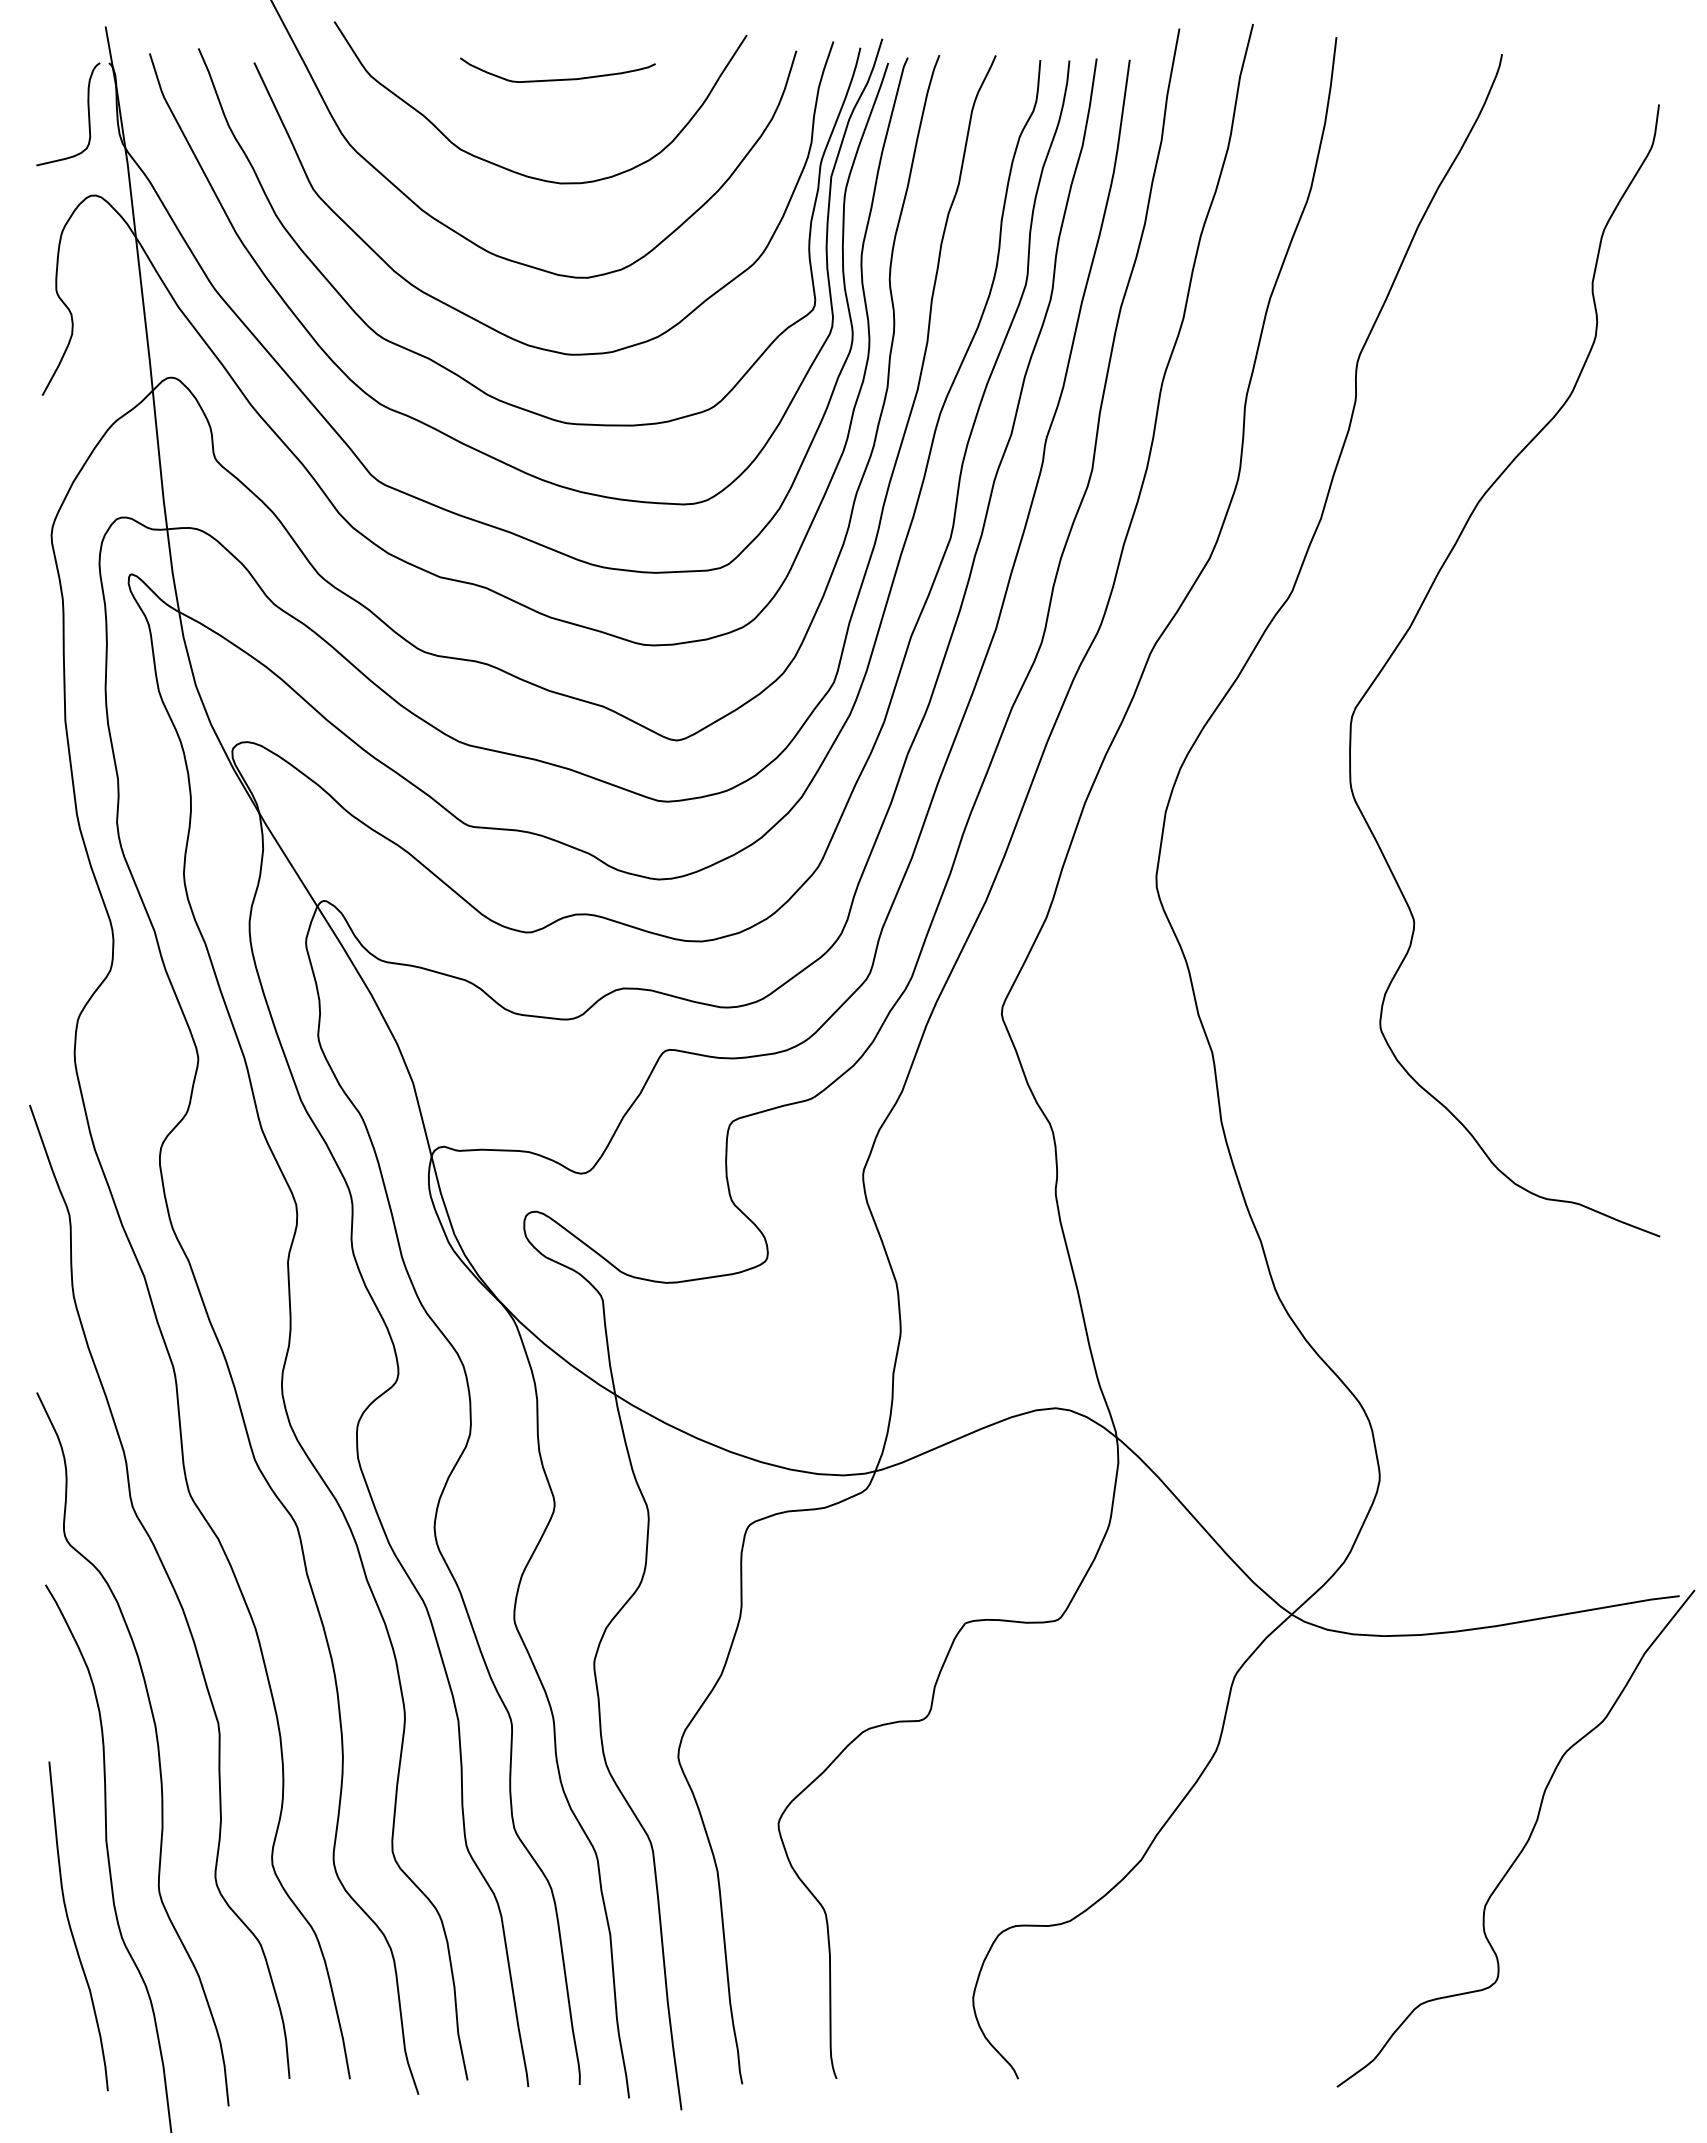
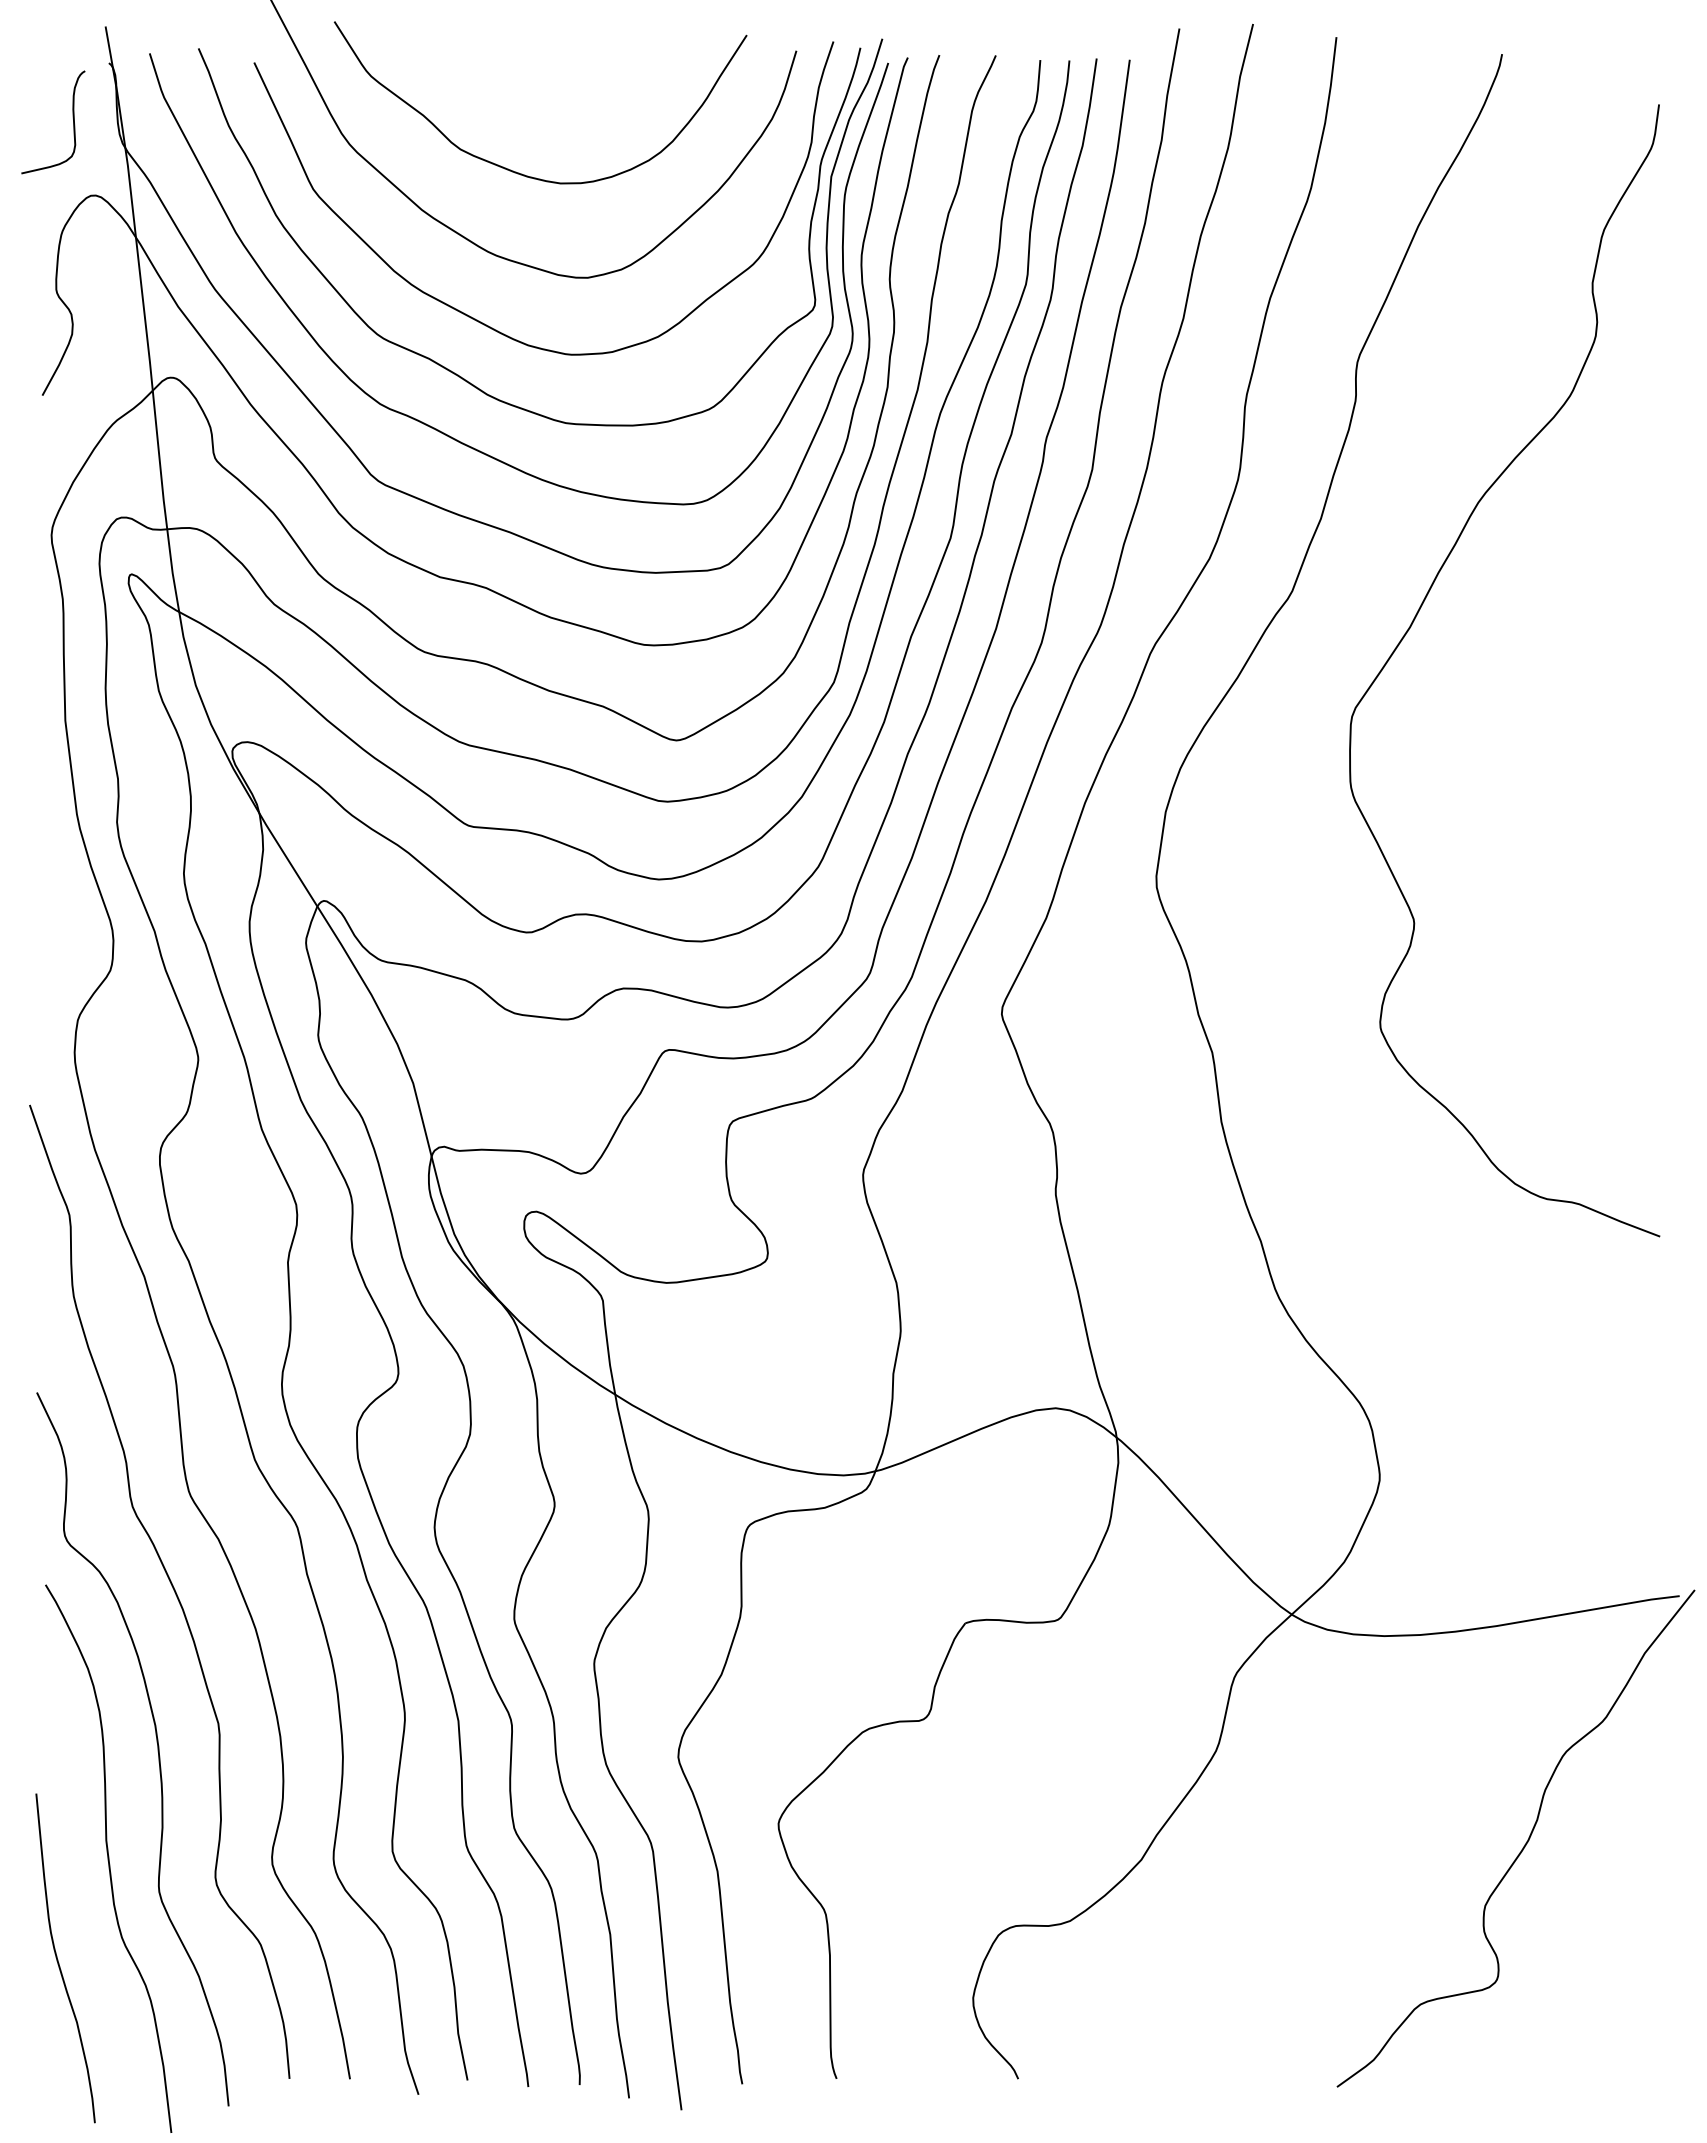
curve at (557, 79): present -> none
curve at (87, 109) position: (87, 109) -> (72, 117)
curve at (71, 1927) position: (71, 1927) -> (58, 1959)
